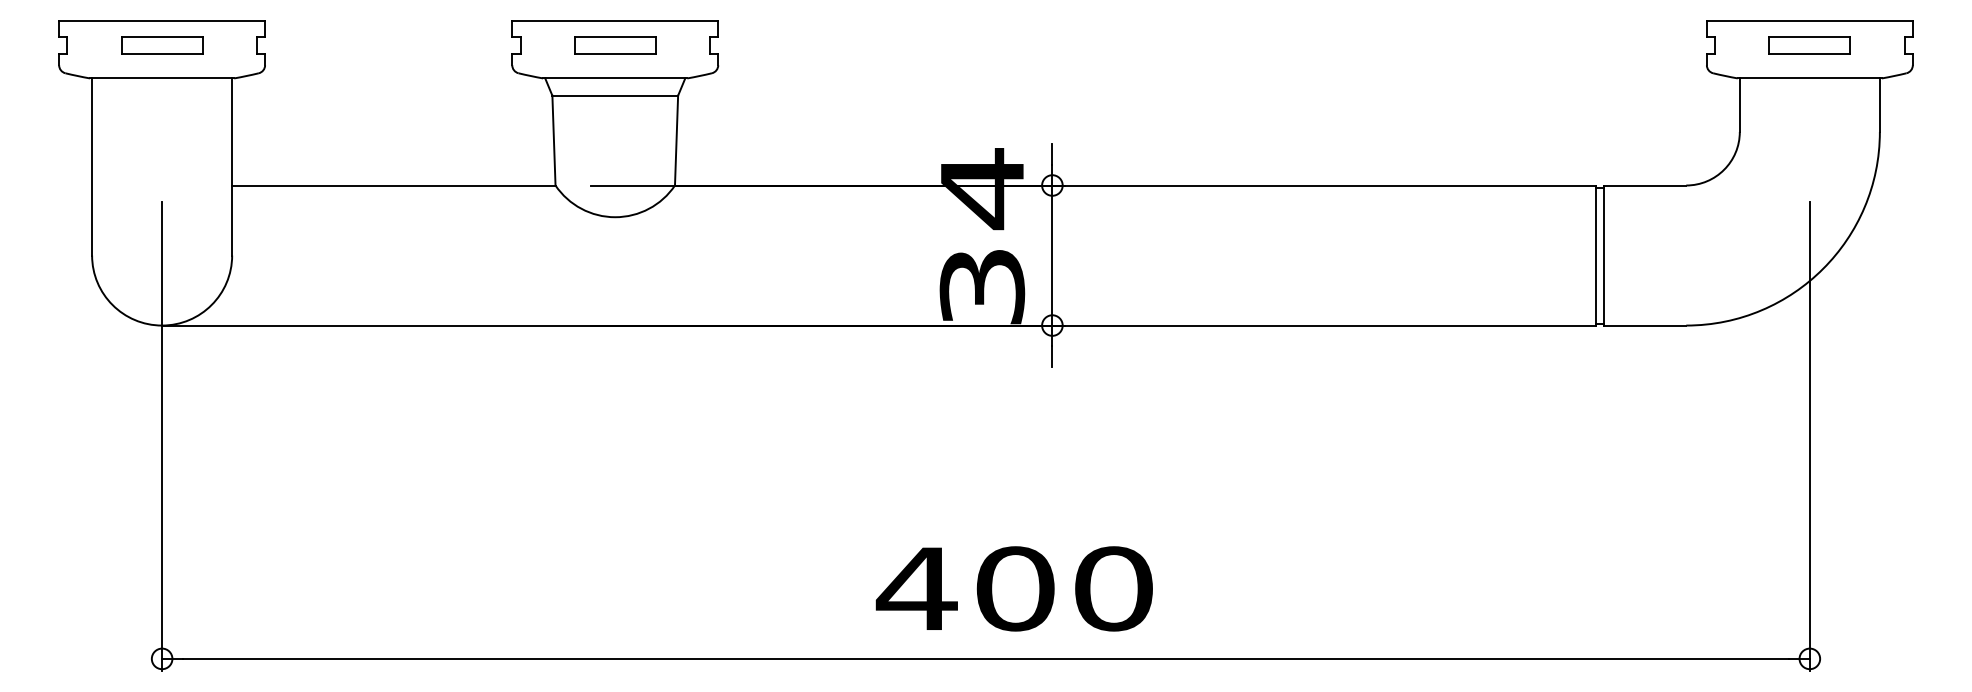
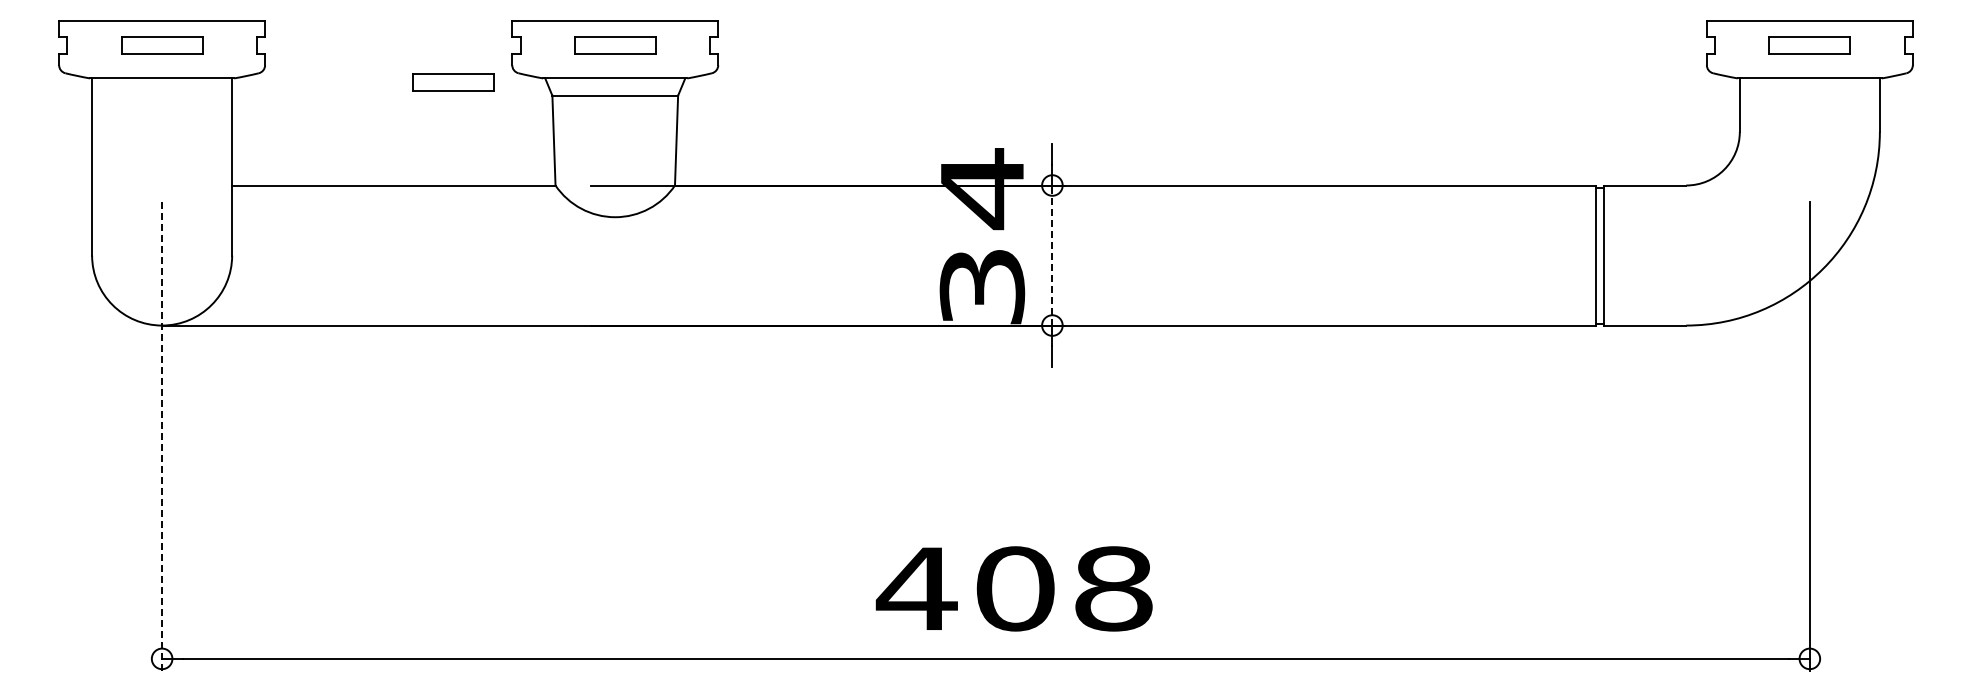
part at (453, 82): none -> present
line at (1052, 255): solid -> dashed
line at (162, 436): solid -> dashed
text at (1113, 588): 400 -> 408
